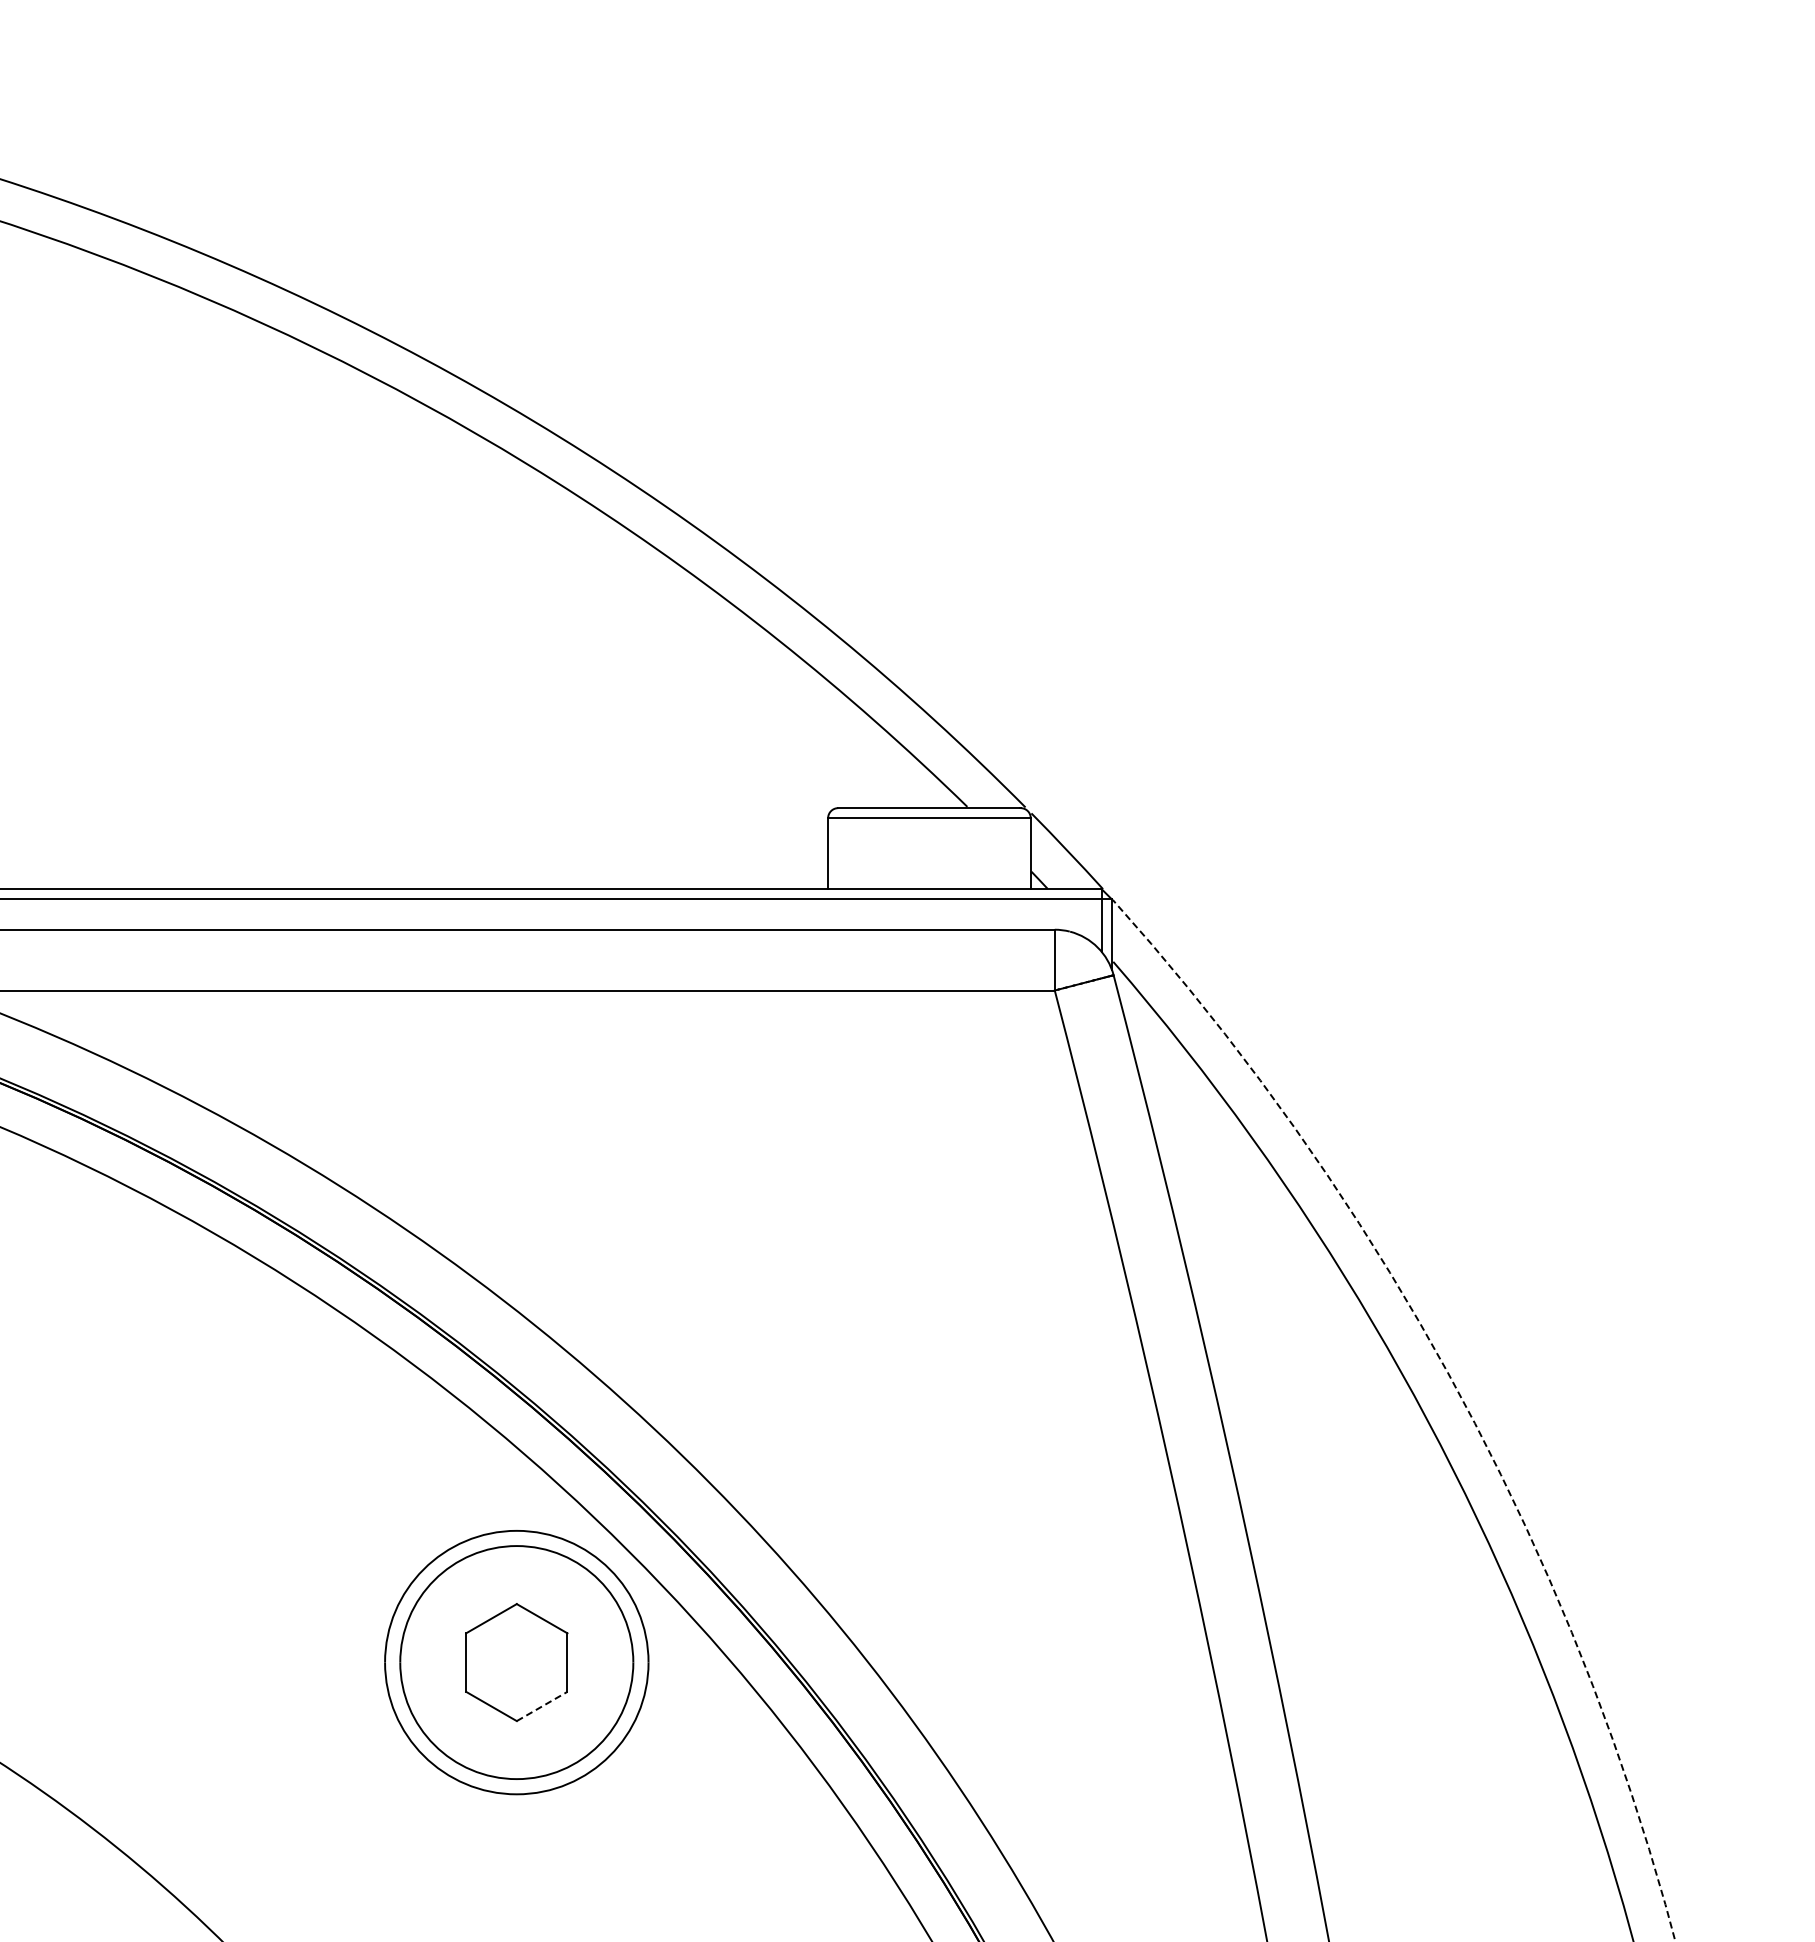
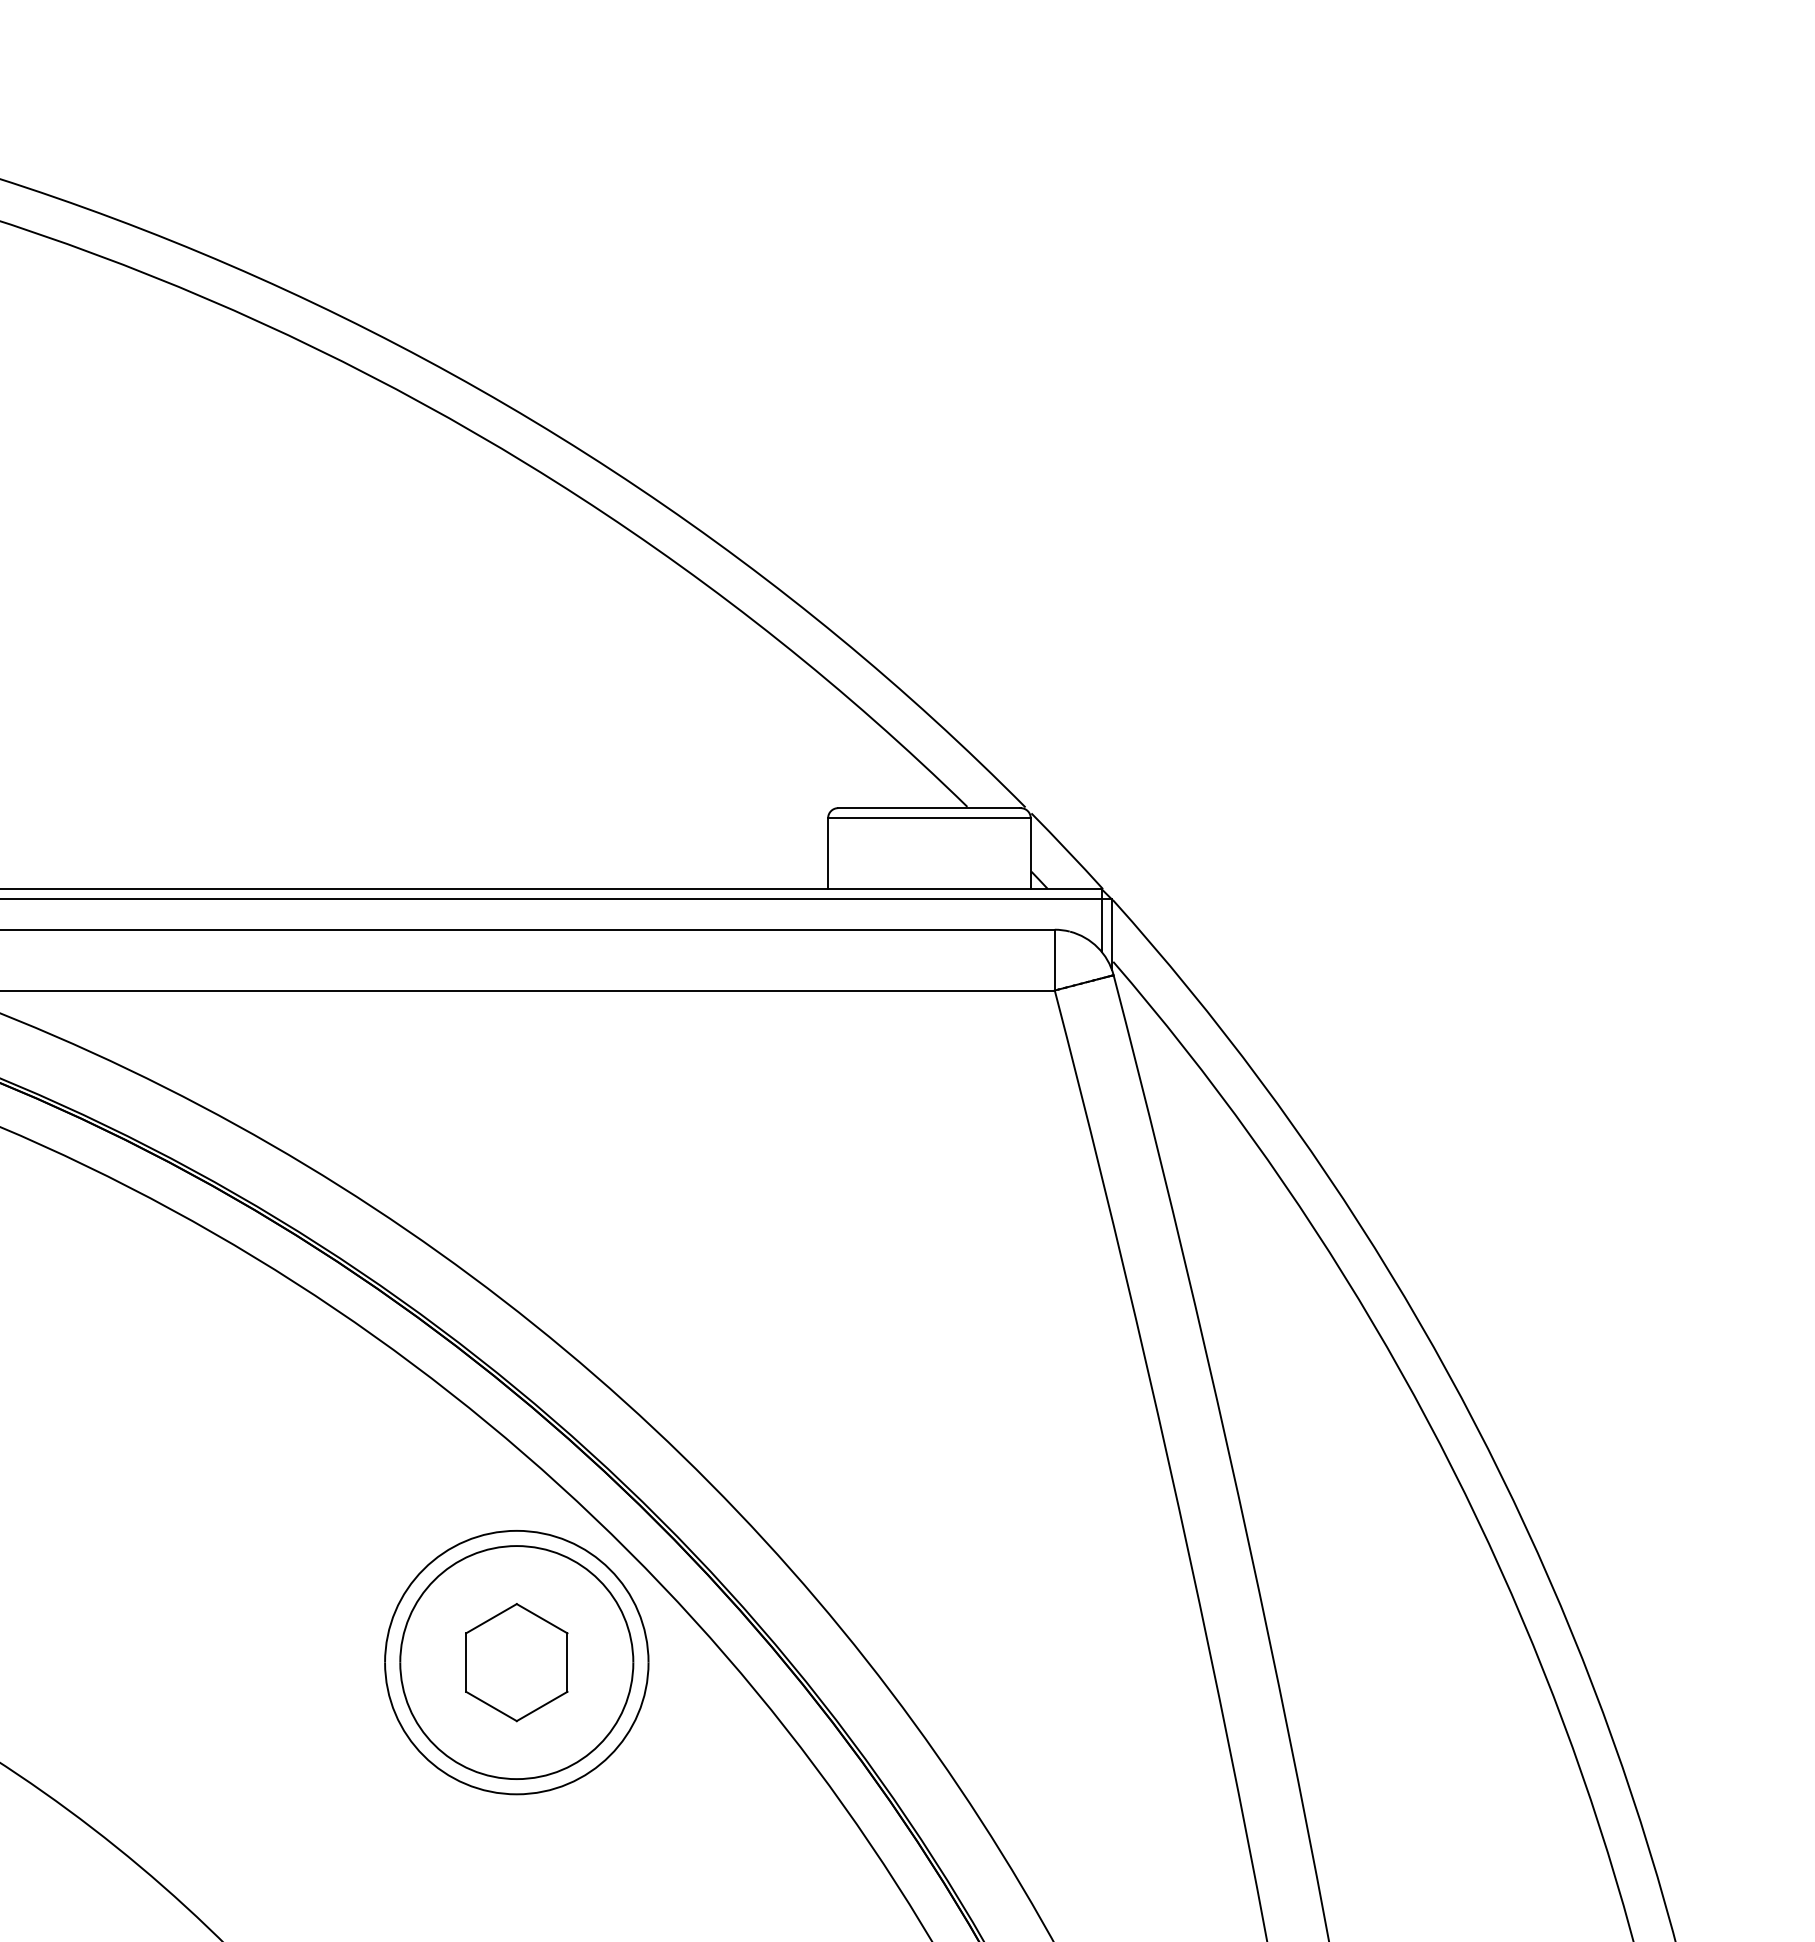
arc at (1454, 1385): dashed -> solid
line at (542, 1706): dashed -> solid
